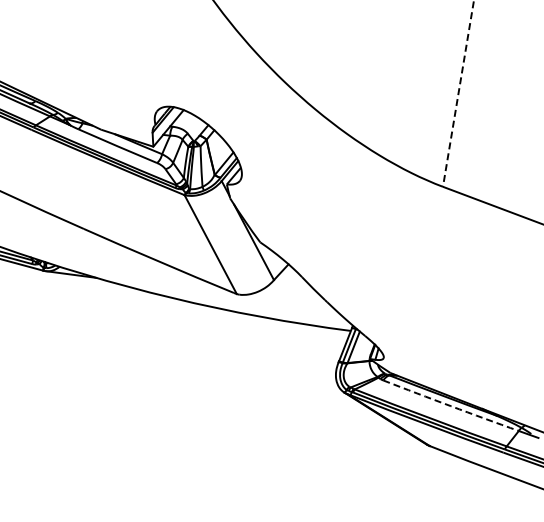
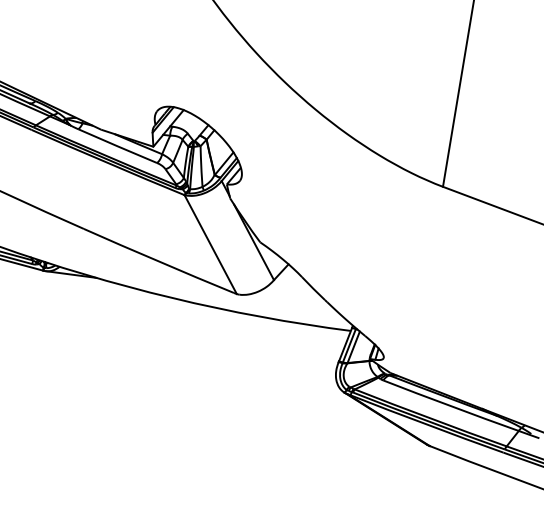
line at (458, 94): dashed -> solid
arc at (450, 406): dashed -> solid
